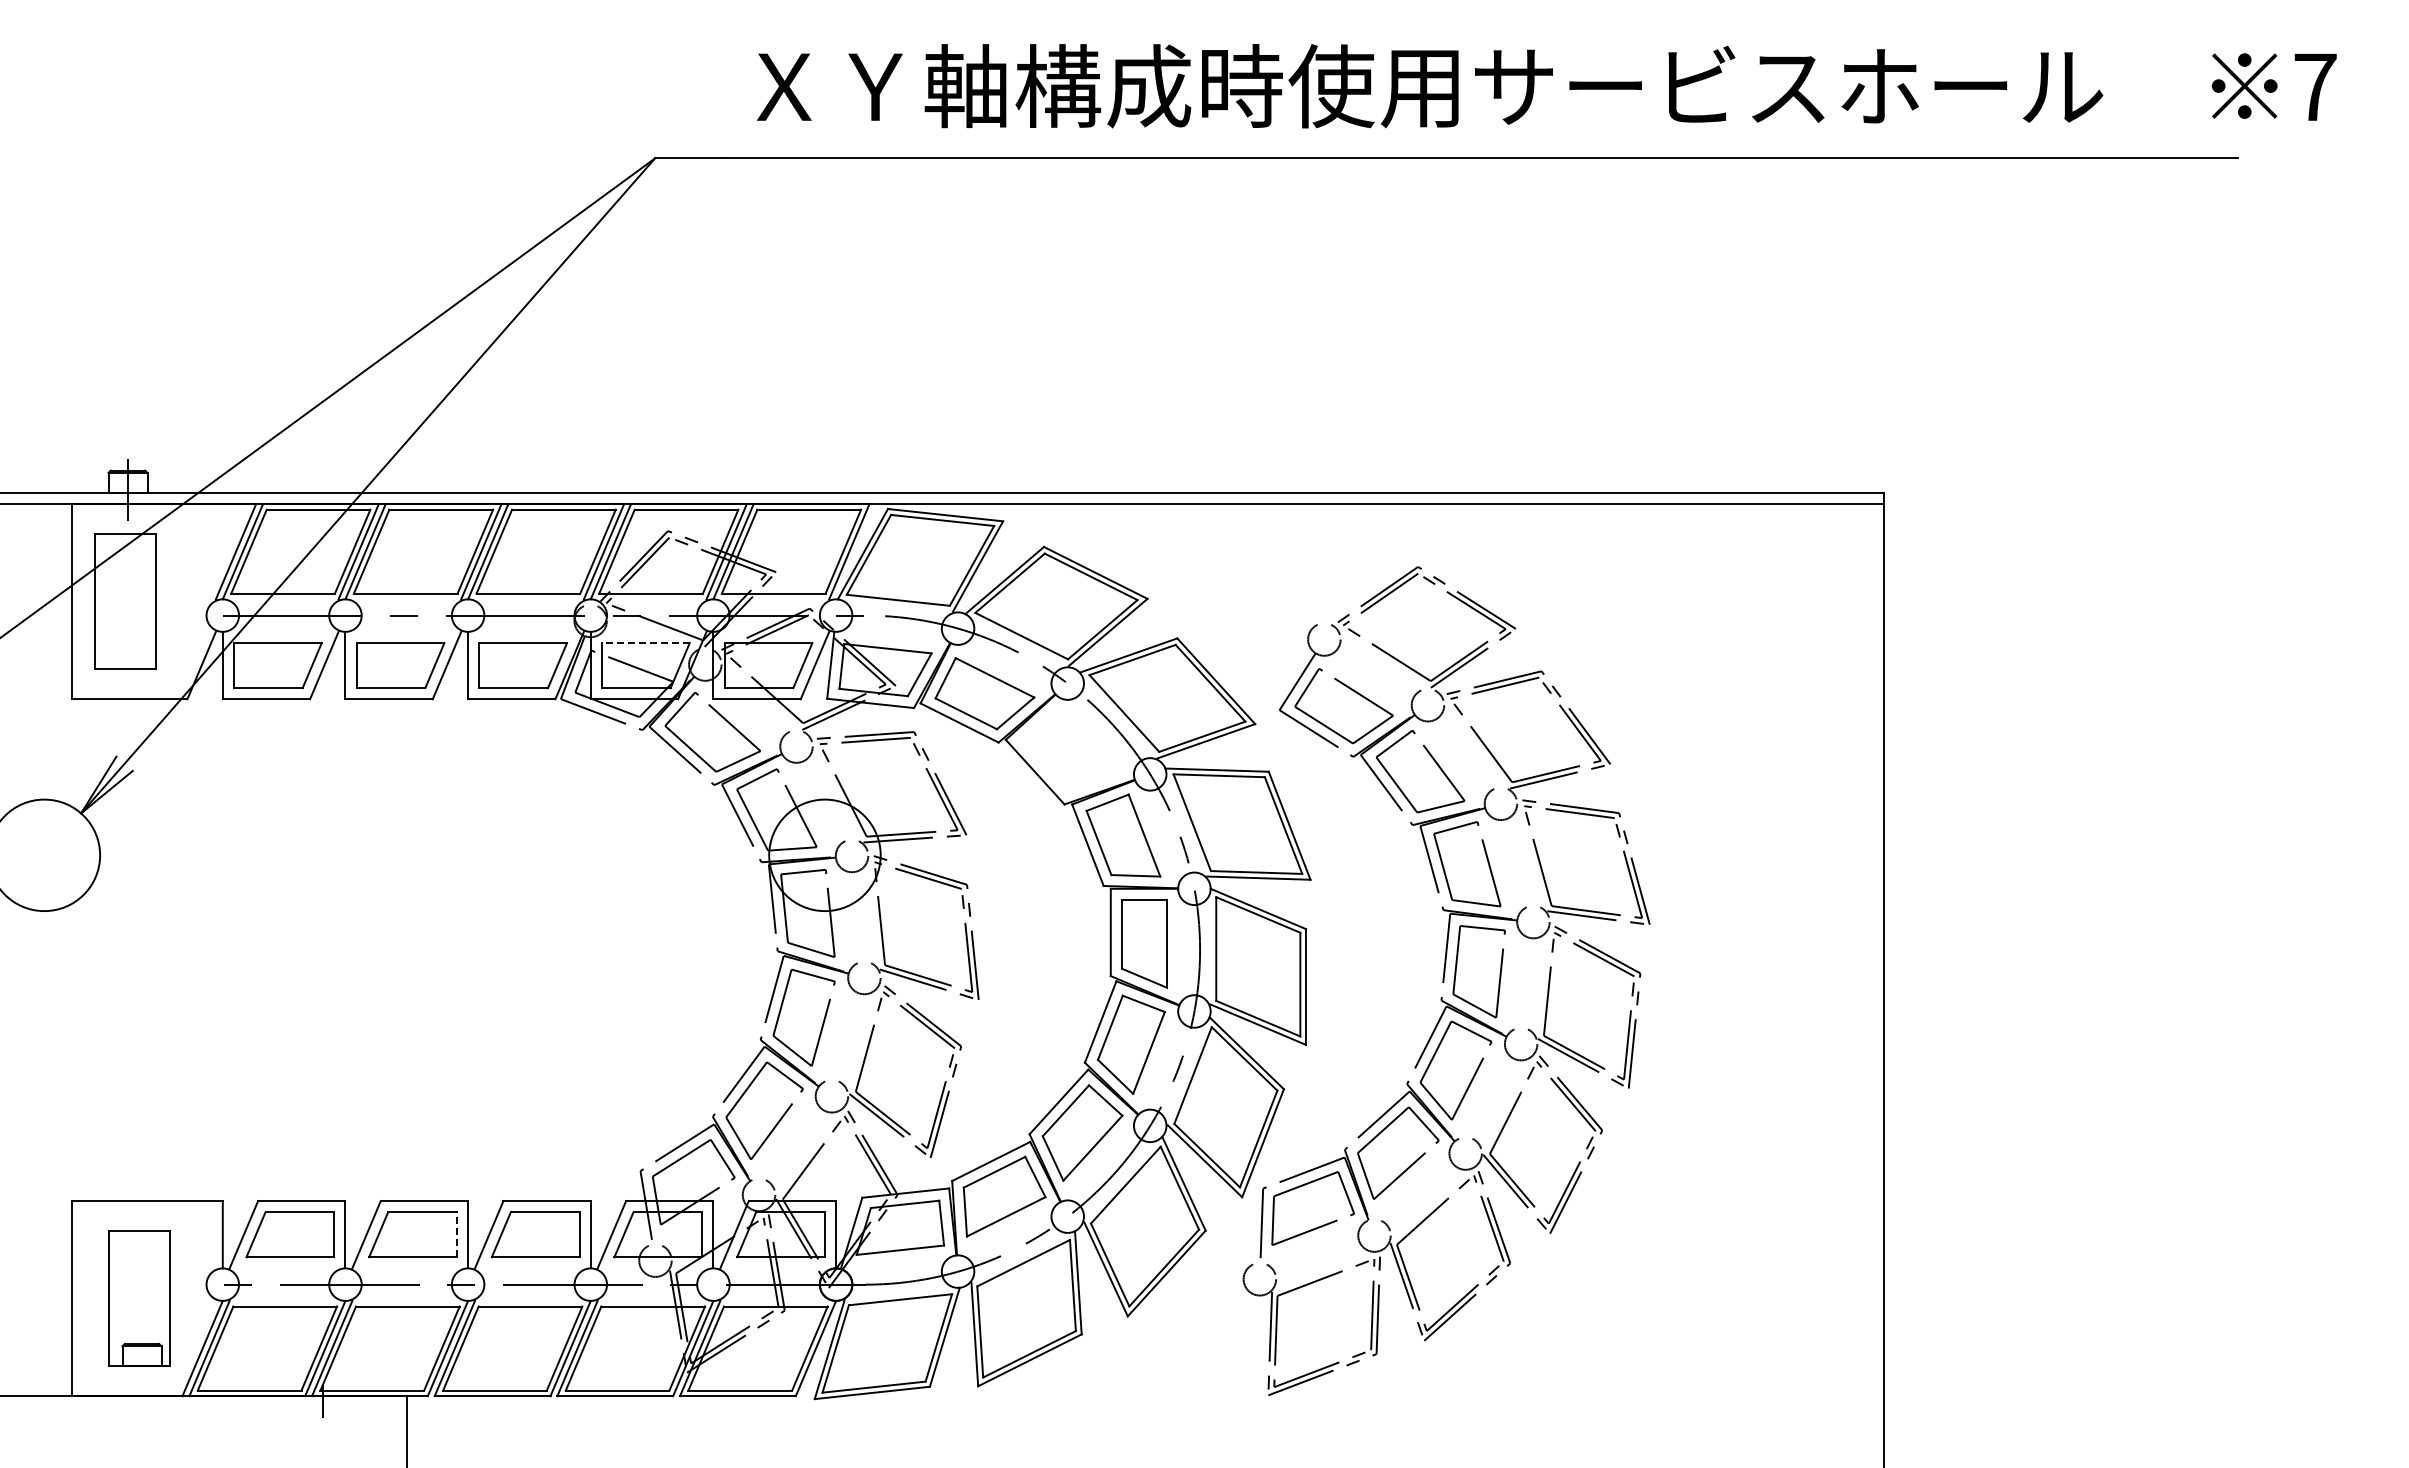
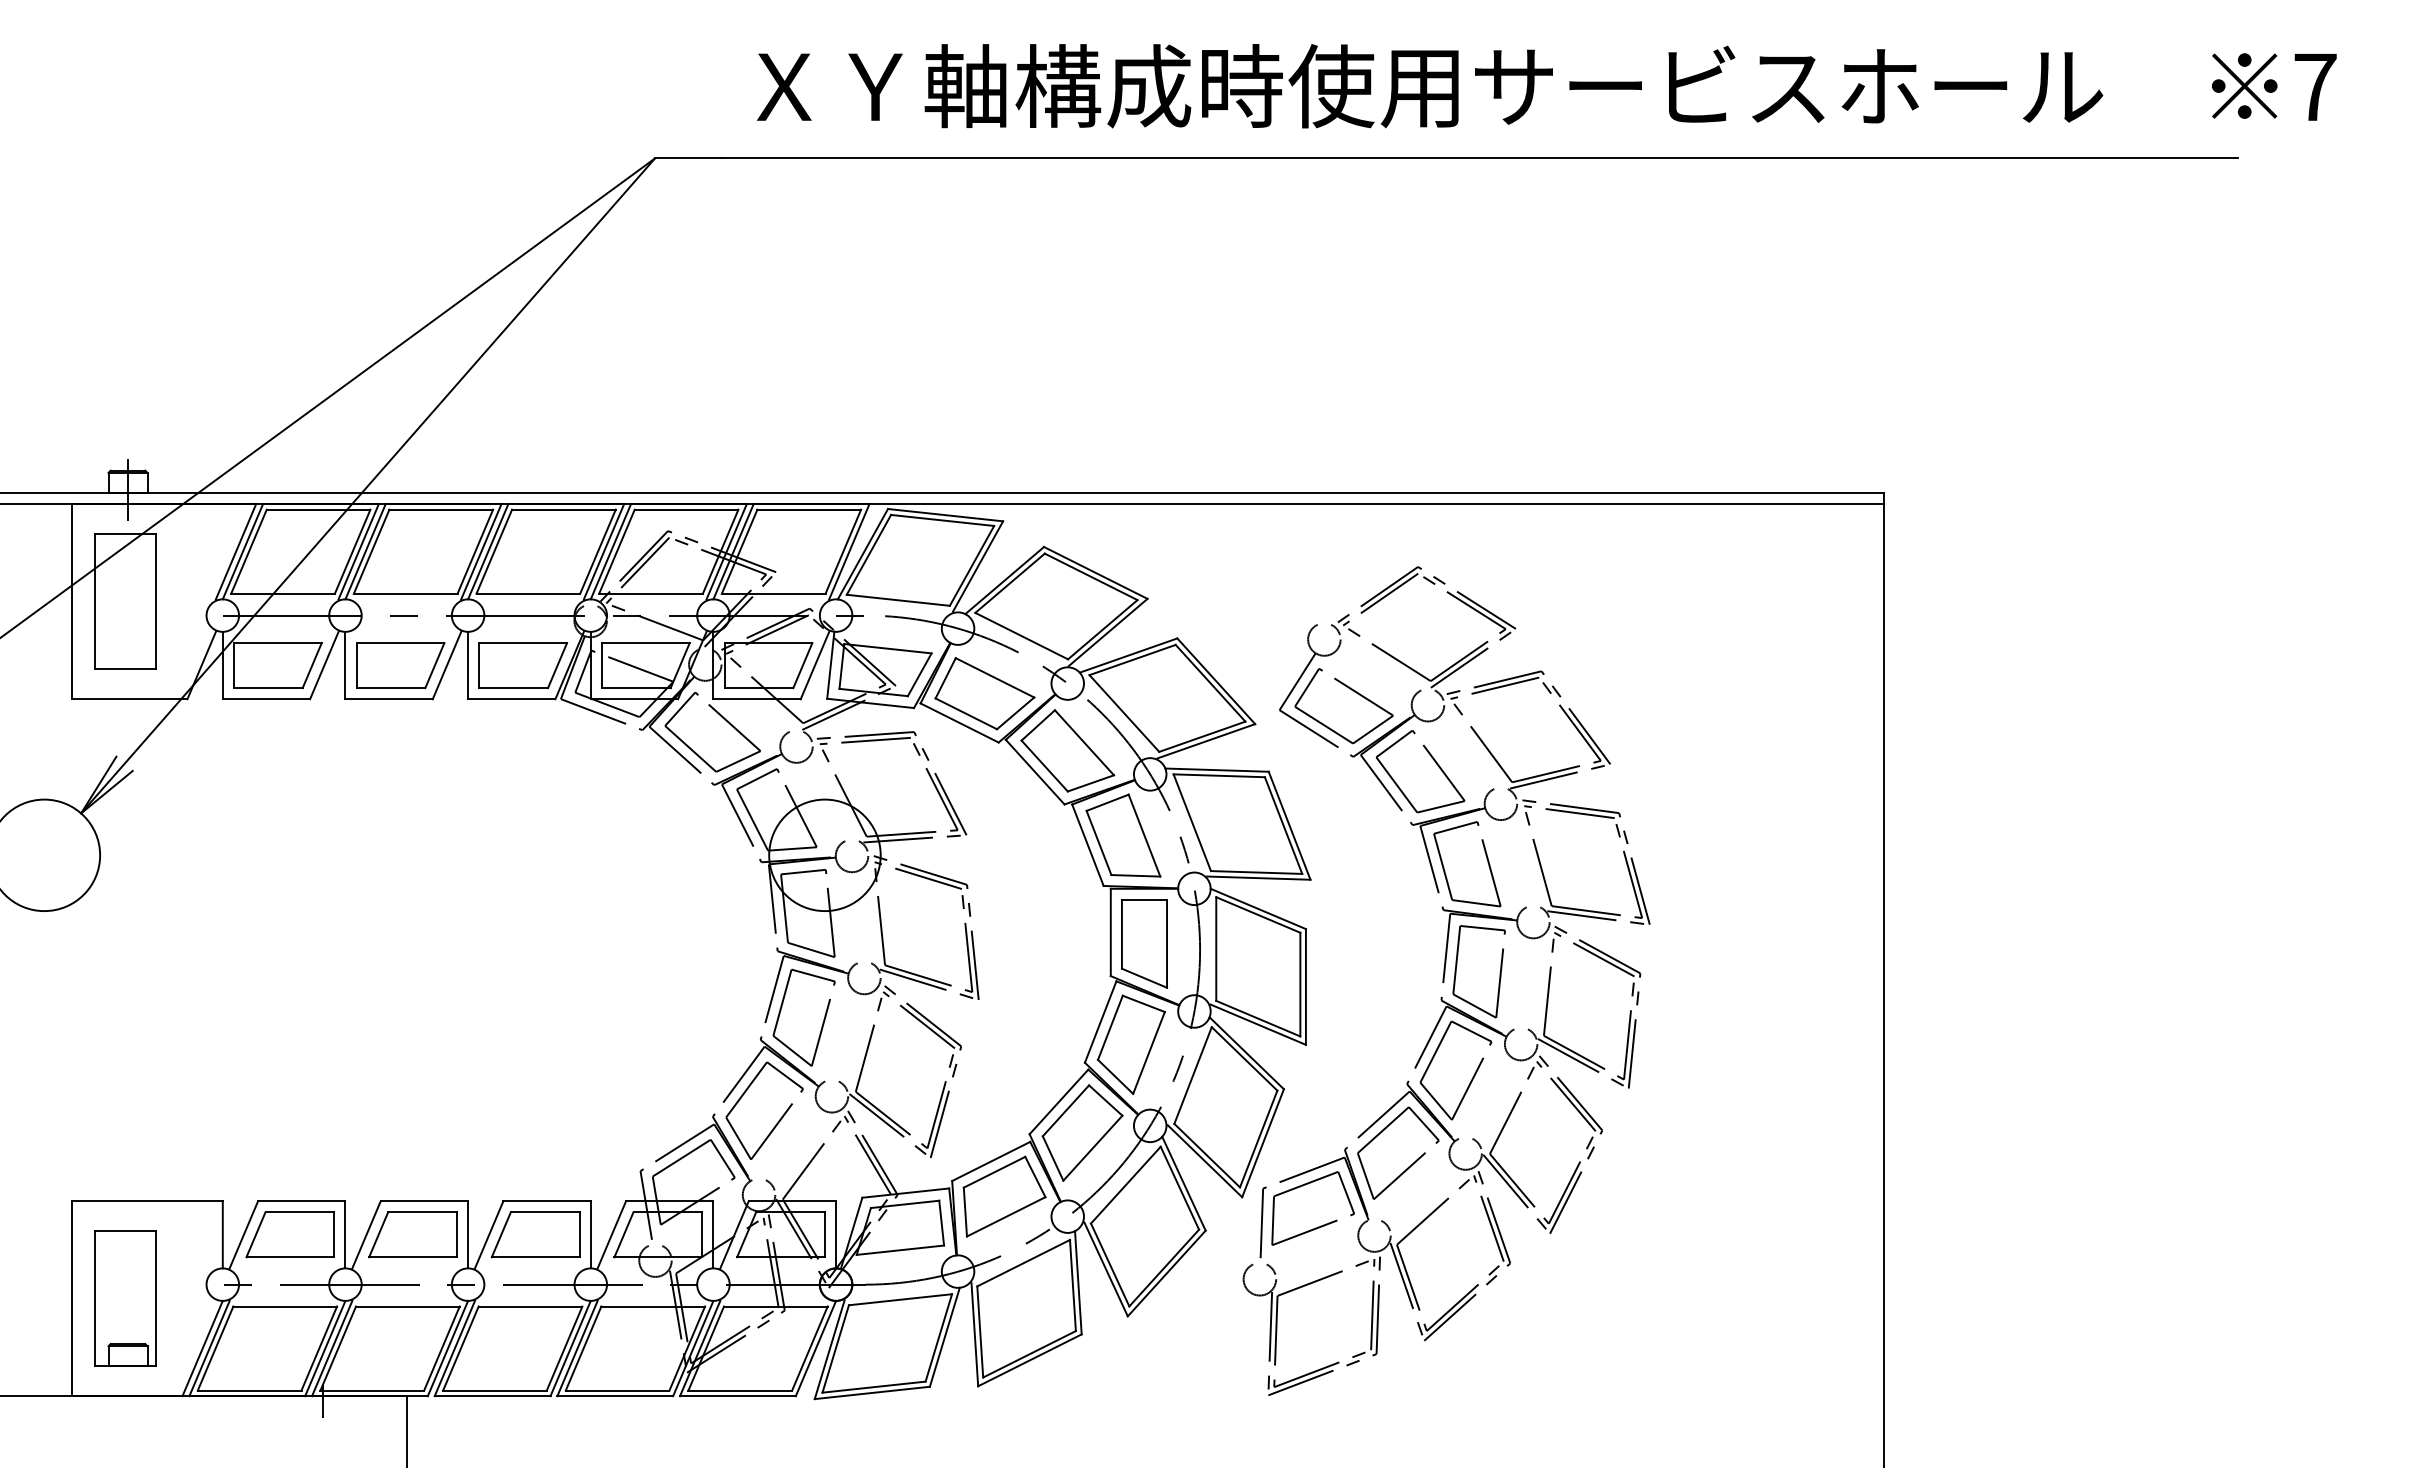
line at (645, 643): dashed -> solid
part at (1067, 750): none -> present
line at (456, 1234): dashed -> solid
part at (139, 1298) position: (139, 1298) -> (125, 1298)
